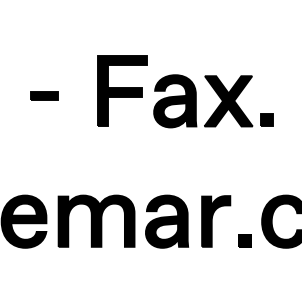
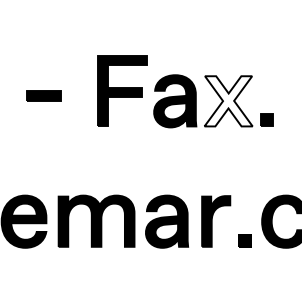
part at (44, 95) size: 29x10 px -> 36x12 px
fill at (228, 101): present -> none
